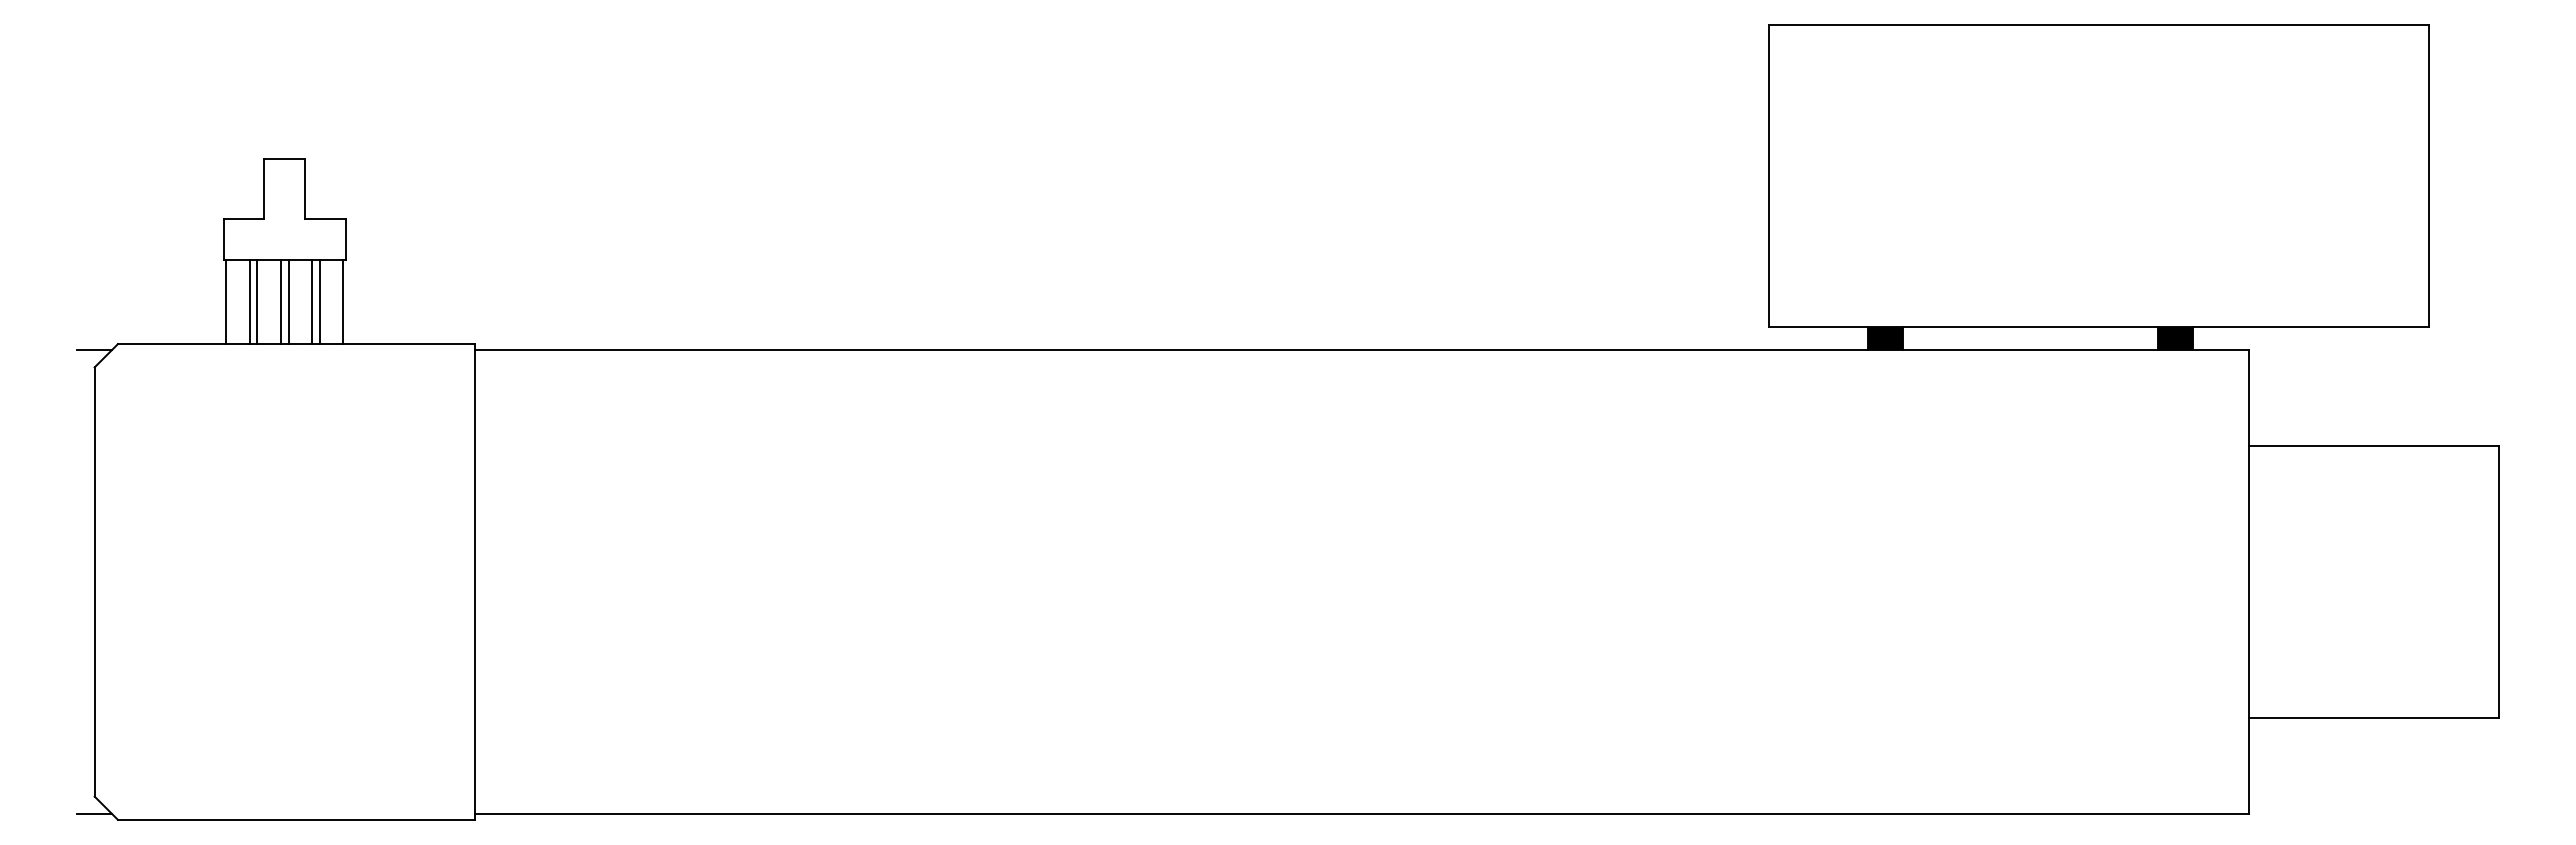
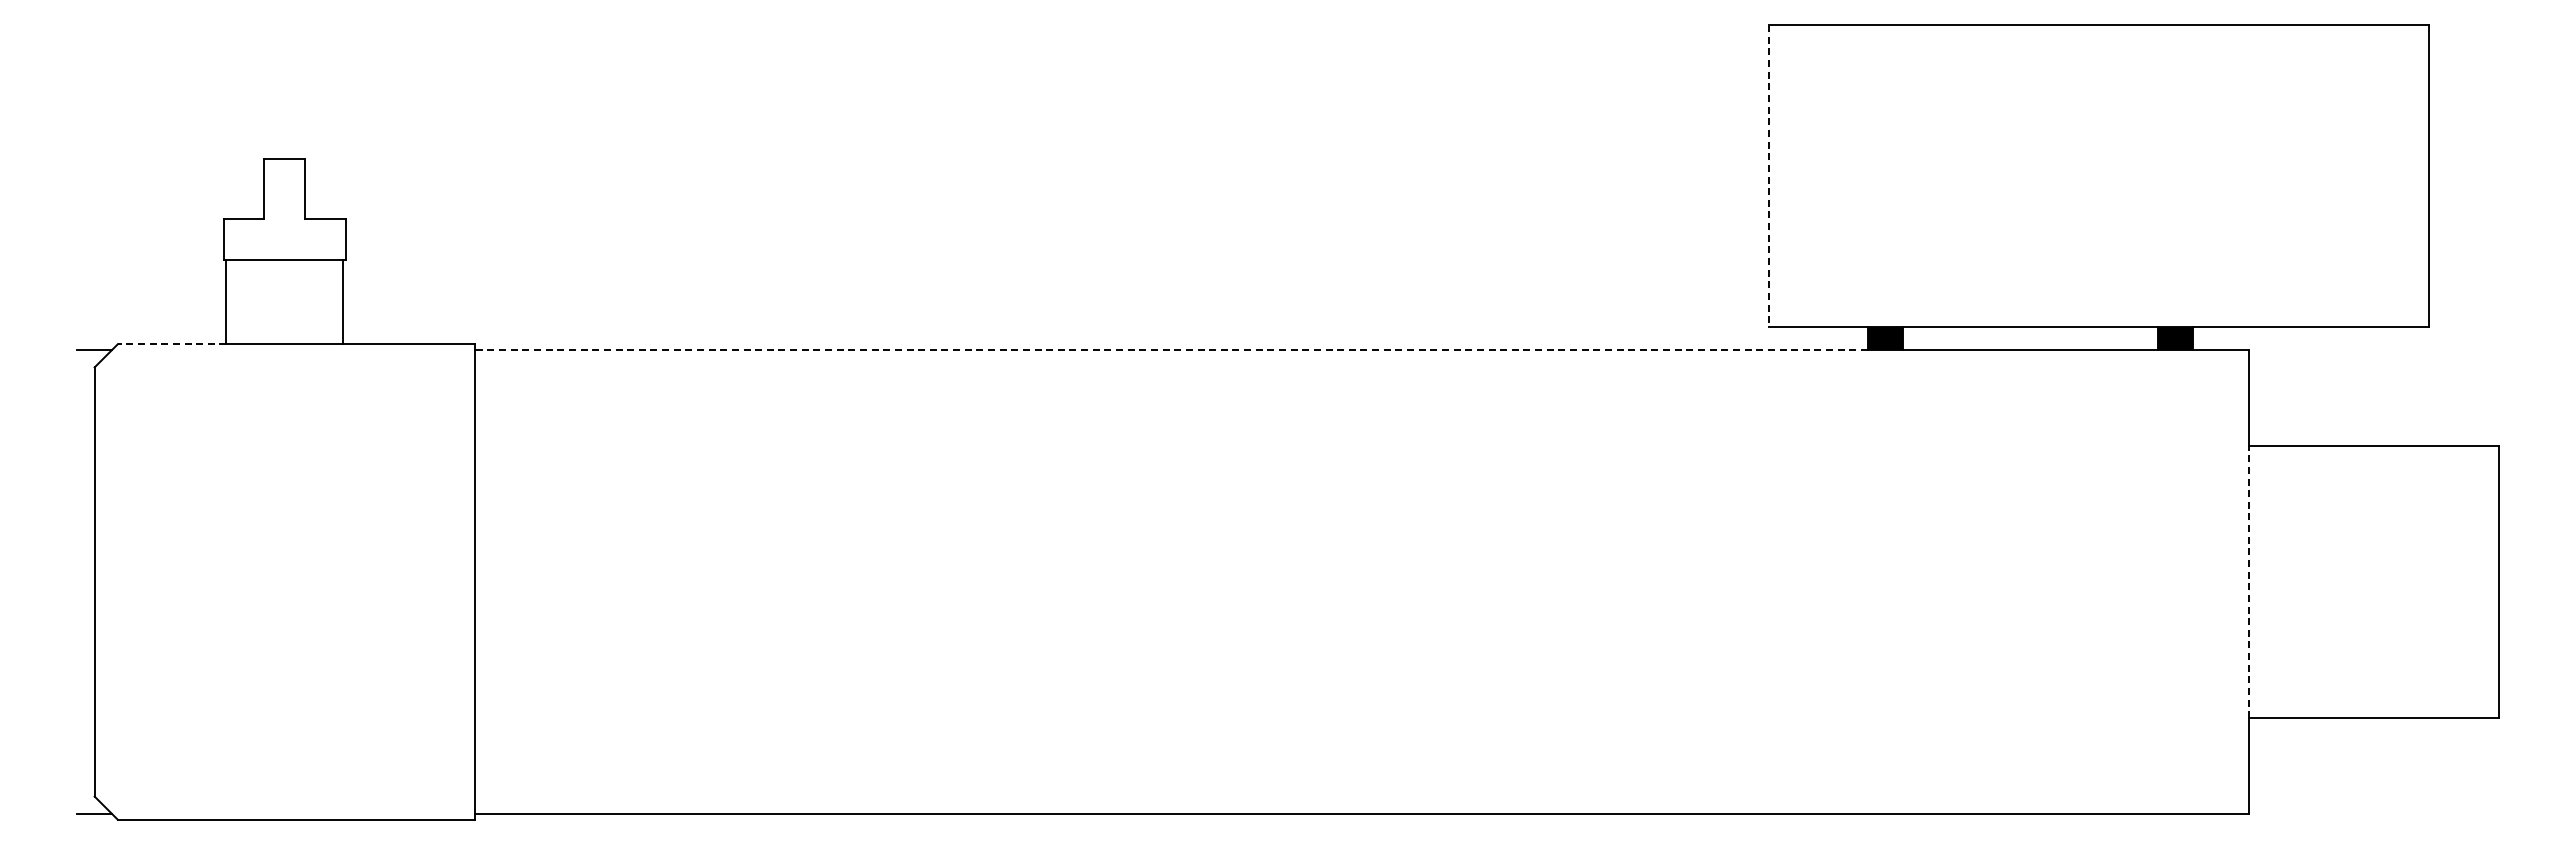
line at (1769, 176): solid -> dashed
line at (249, 302): present -> none
line at (257, 302): present -> none
line at (280, 302): present -> none
line at (288, 302): present -> none
line at (311, 302): present -> none
line at (319, 302): present -> none
line at (171, 344): solid -> dashed
line at (1171, 350): solid -> dashed
line at (2249, 581): solid -> dashed
